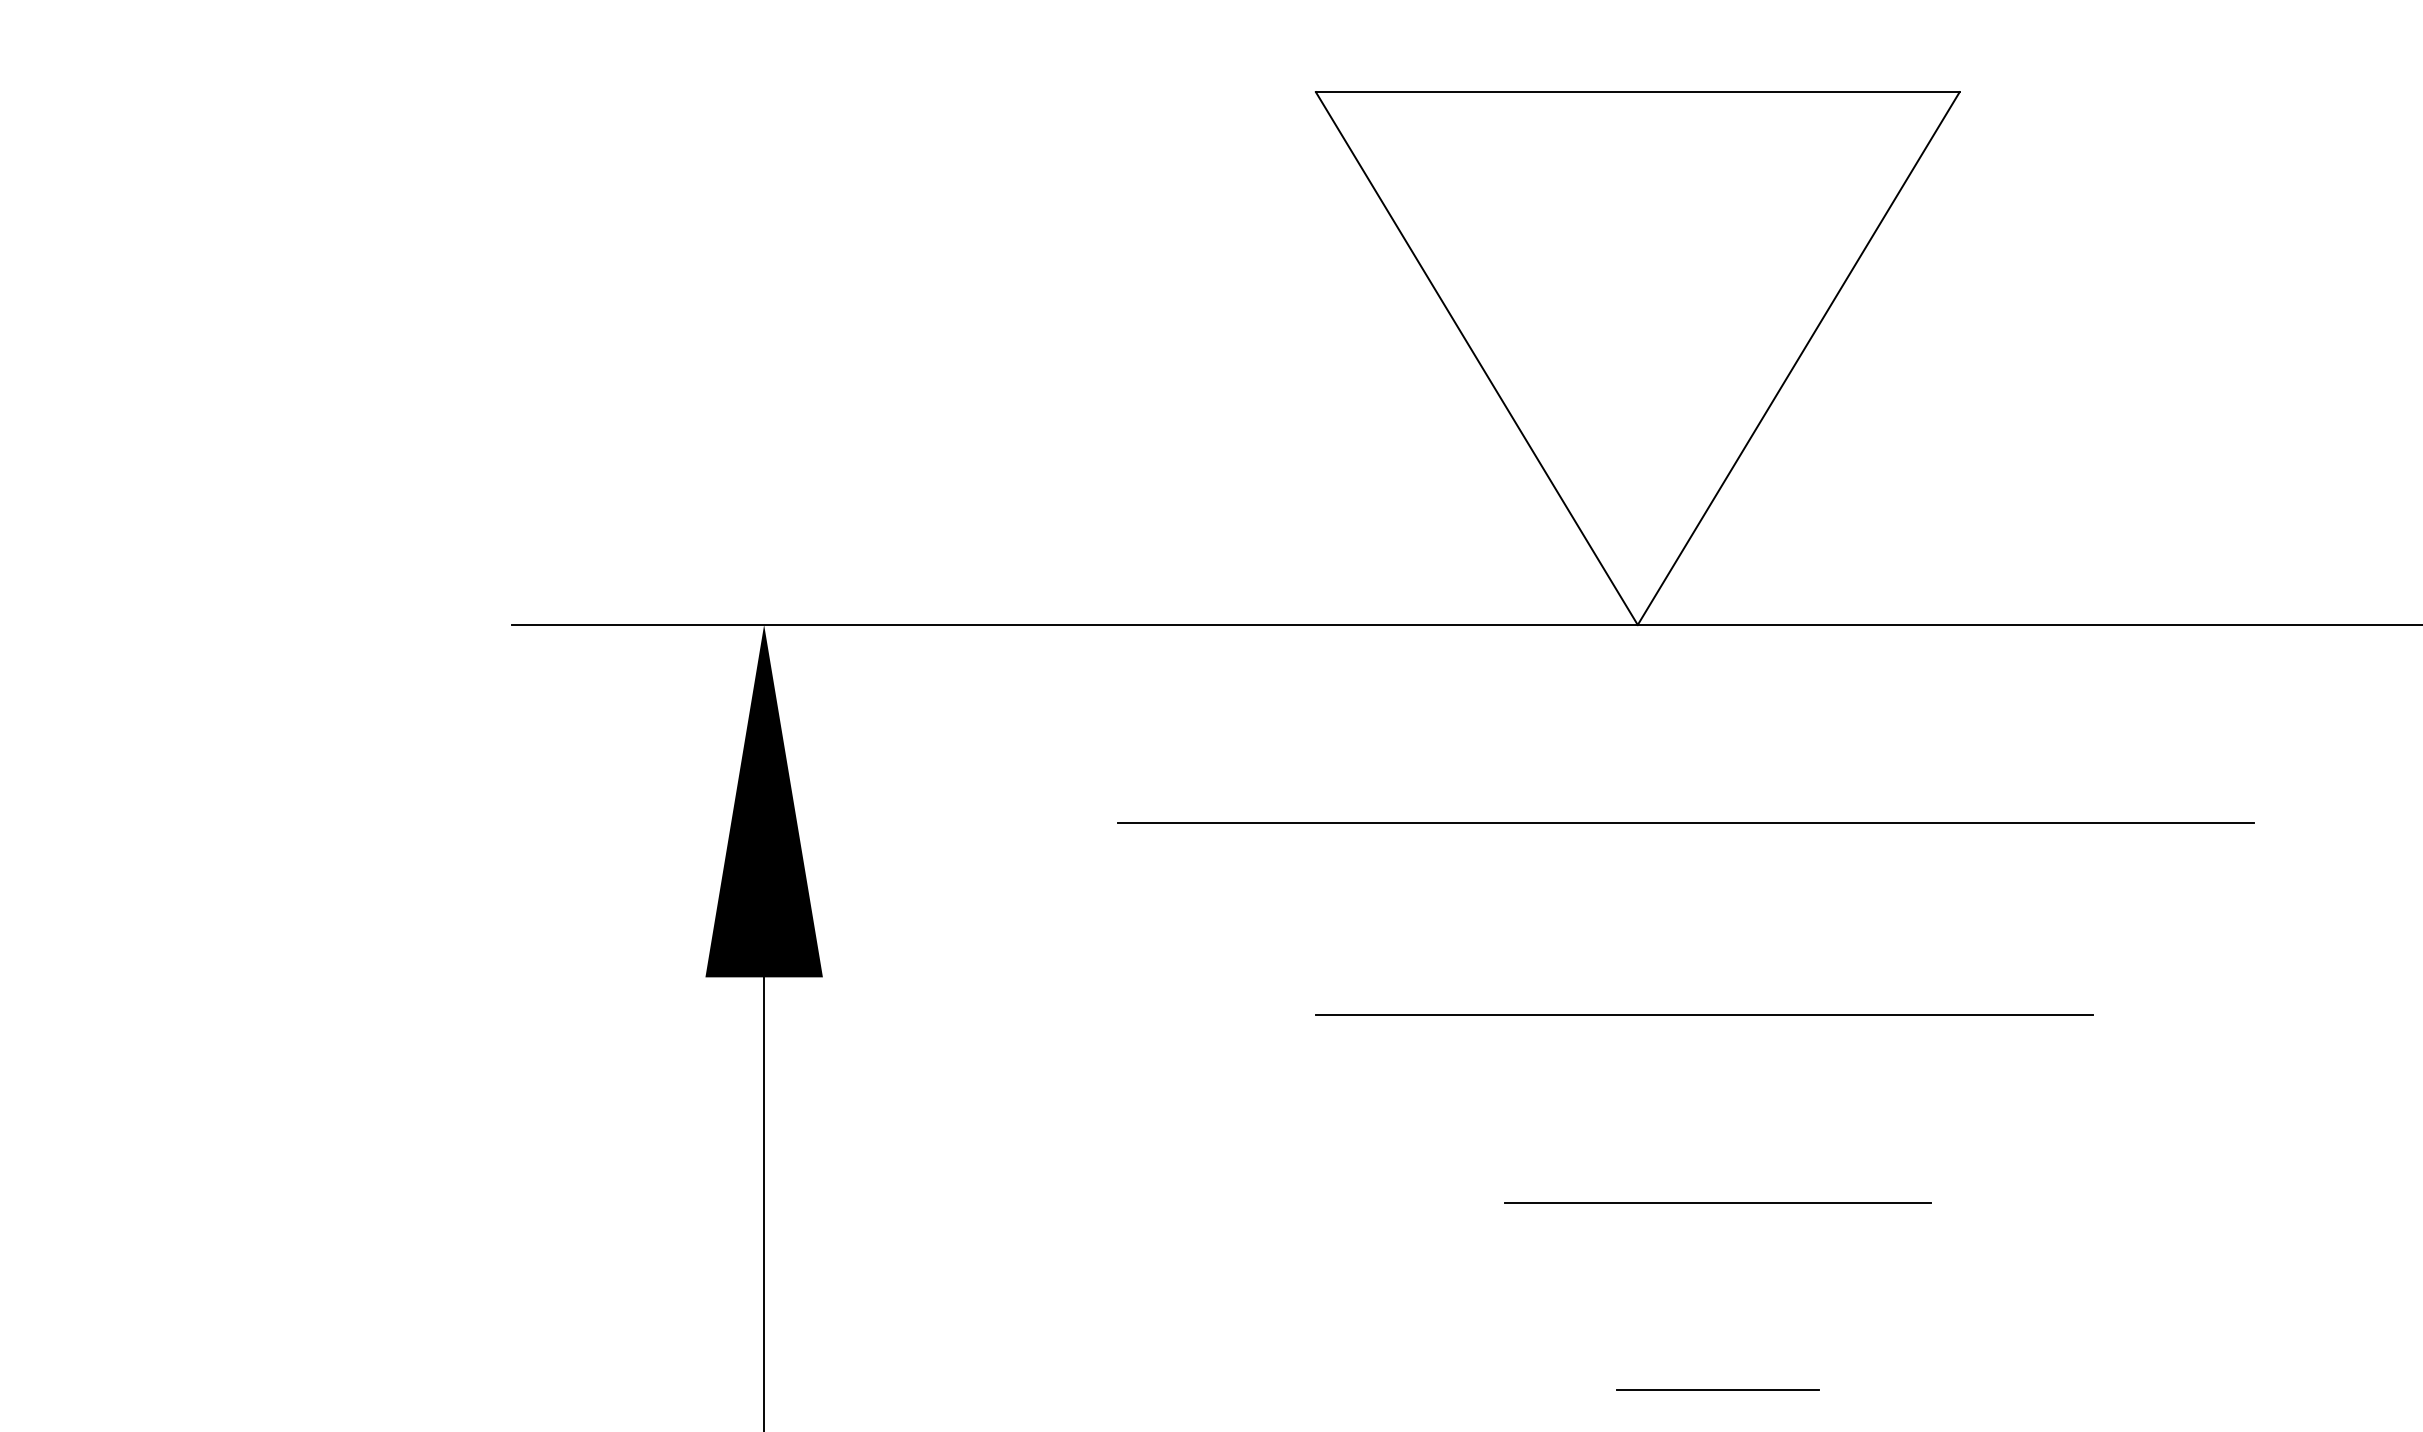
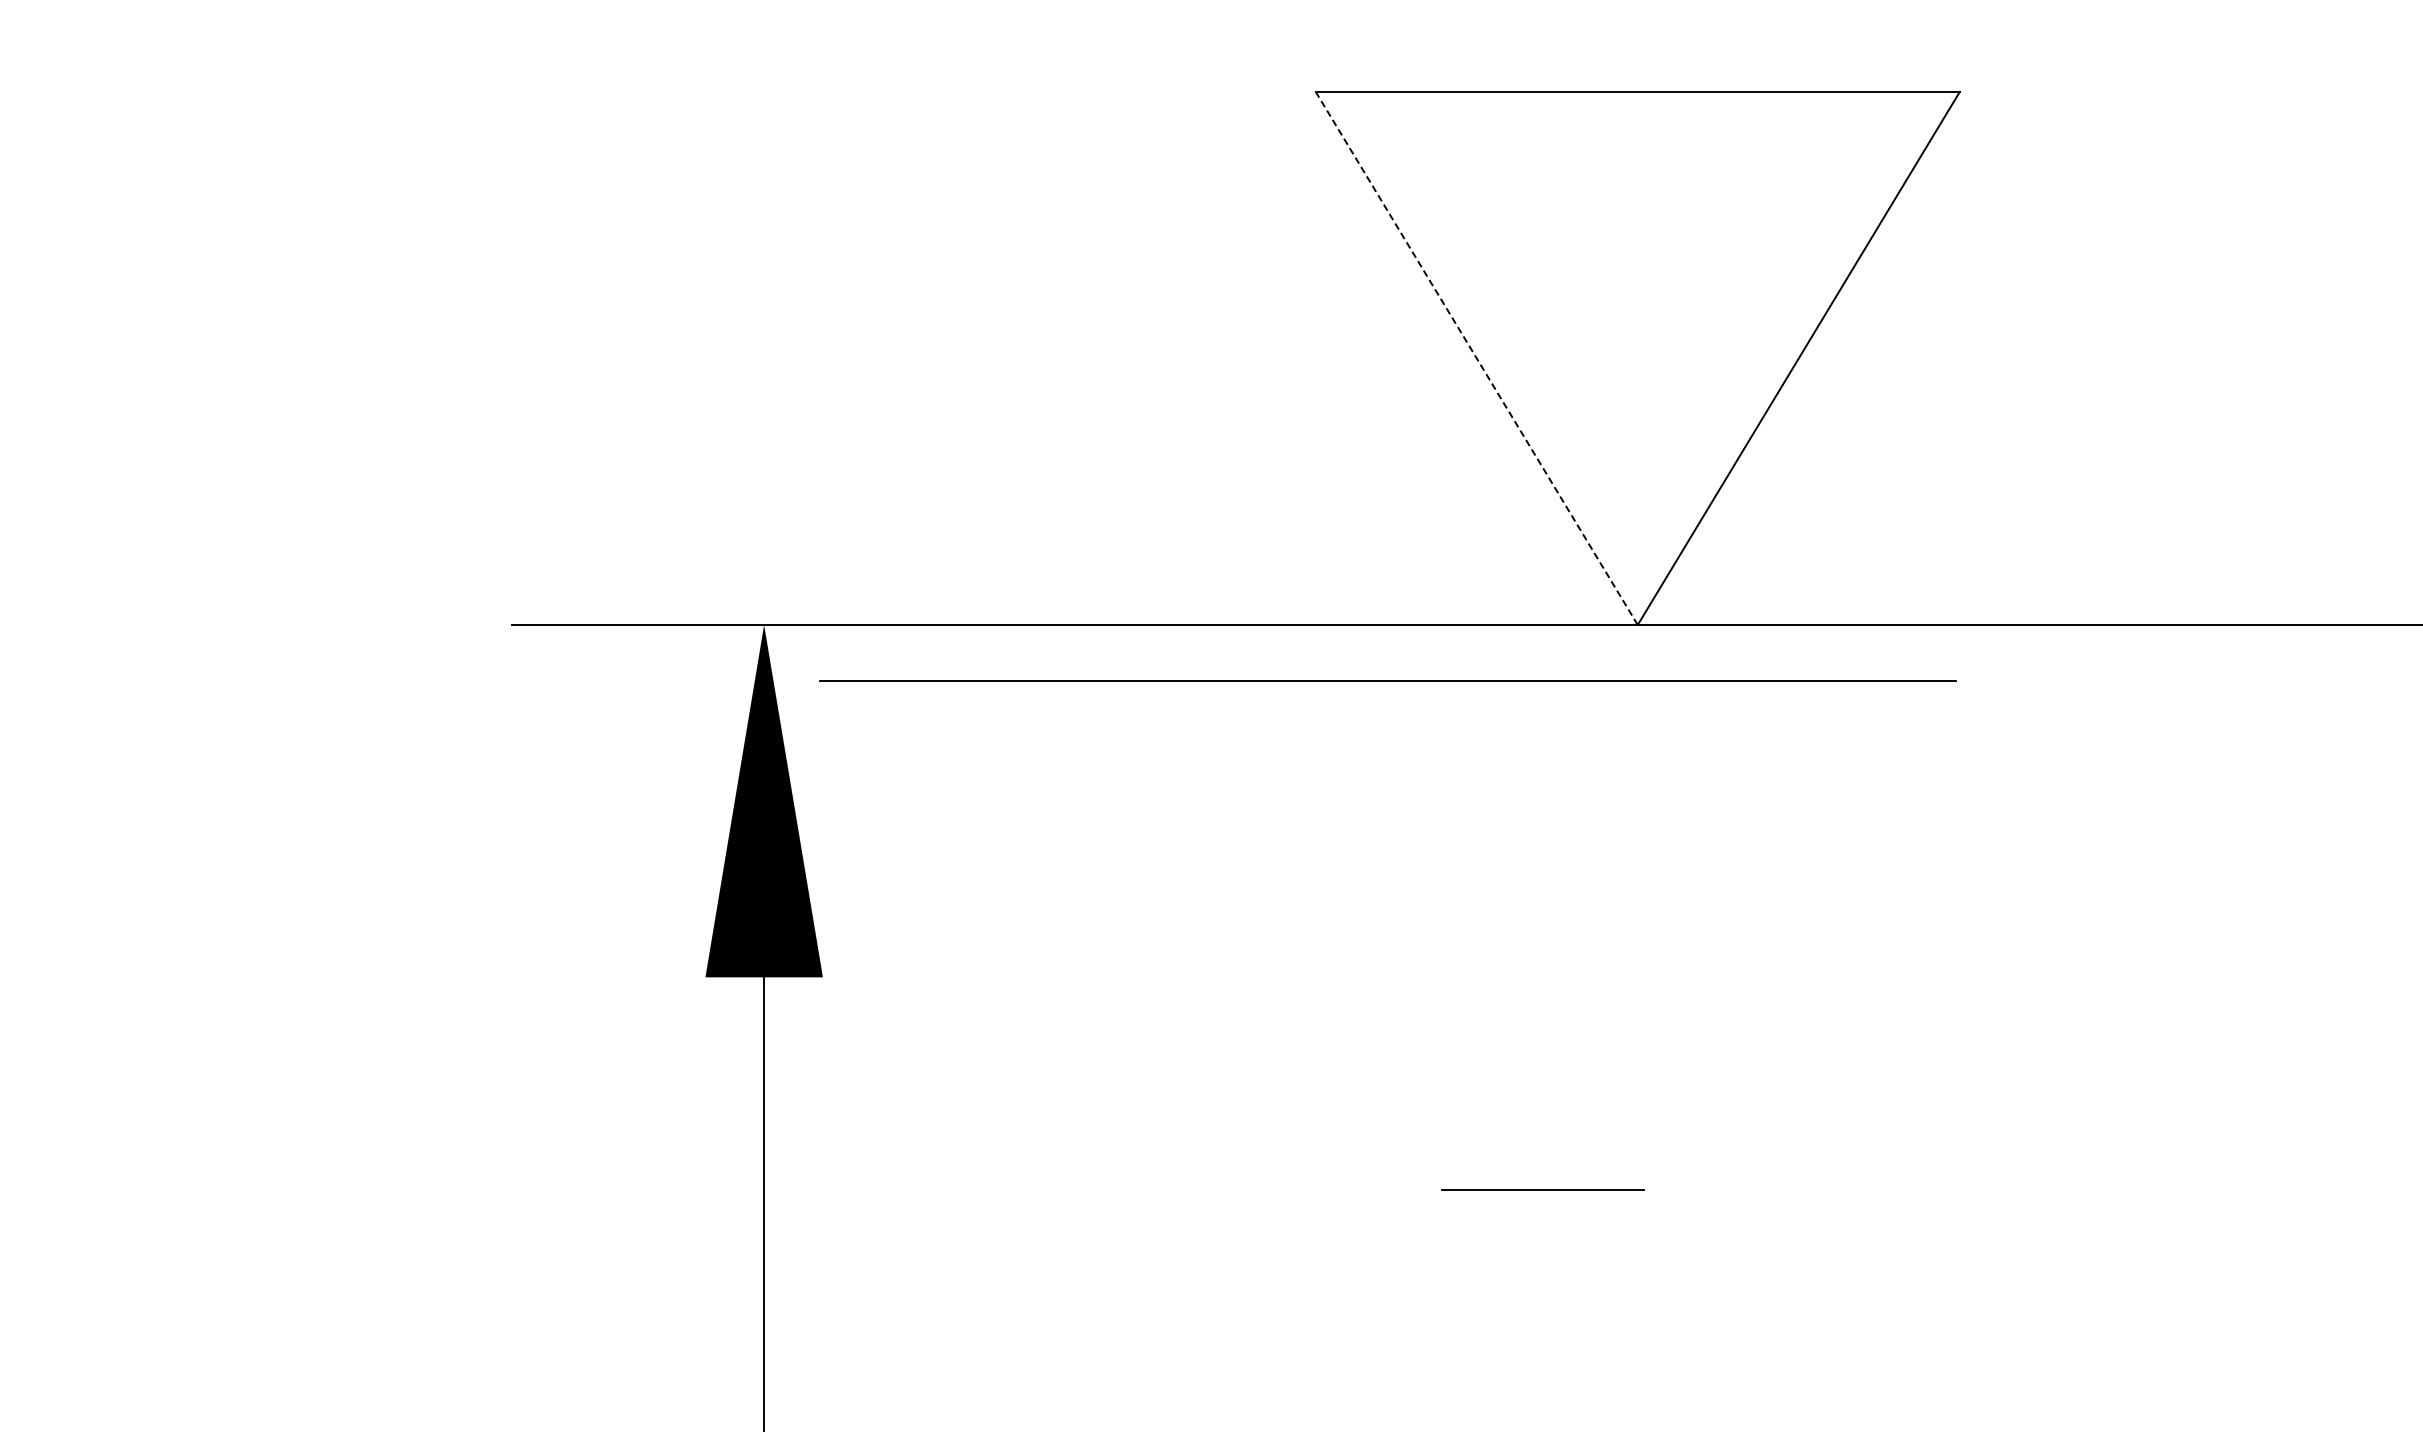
line at (1476, 358): solid -> dashed
line at (1685, 822) position: (1685, 822) -> (1387, 680)
line at (1704, 1014): present -> none
line at (1717, 1202): present -> none
line at (1717, 1389) position: (1717, 1389) -> (1542, 1189)
